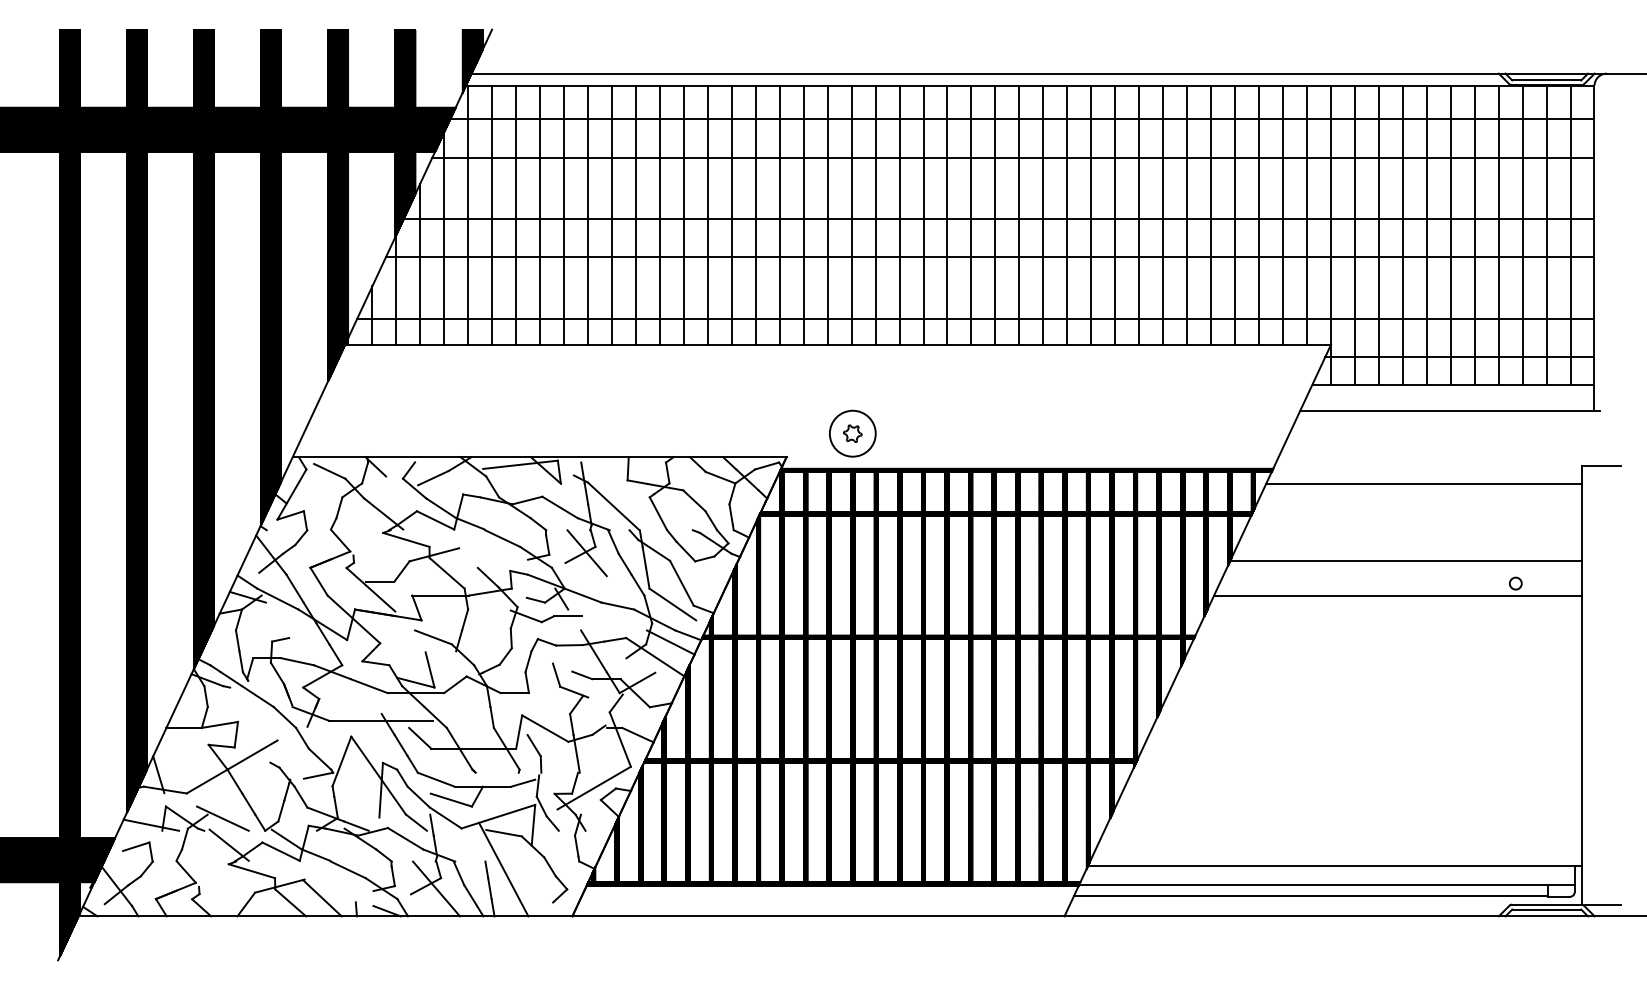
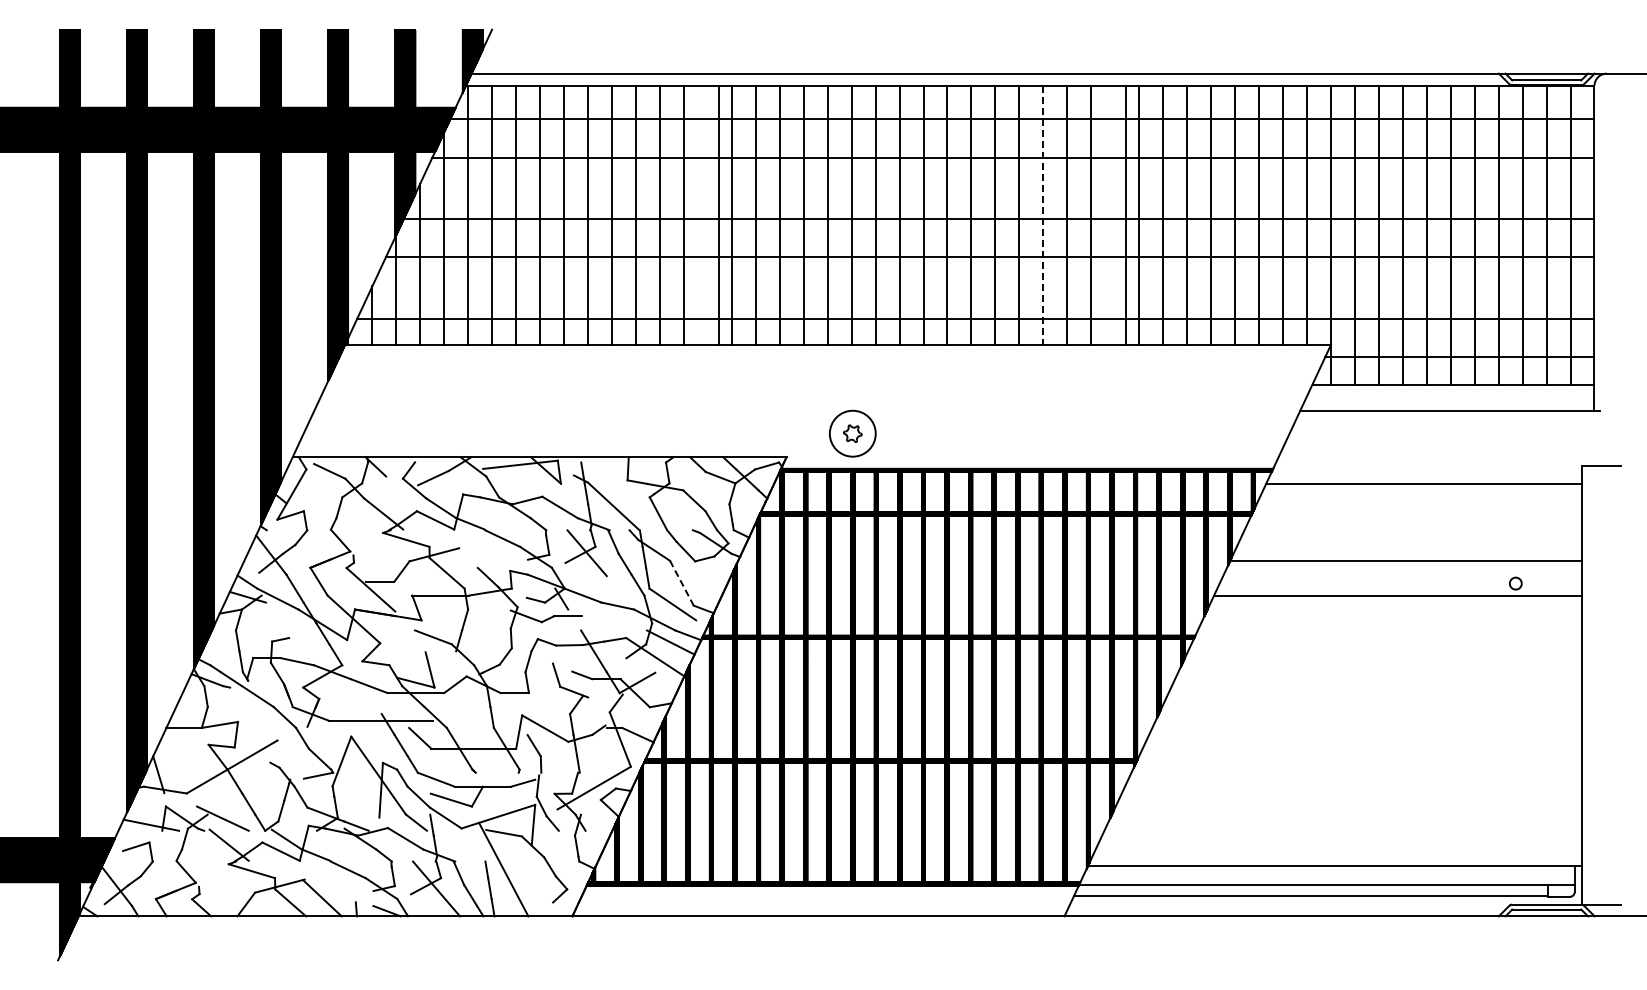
line at (707, 214) position: (707, 214) -> (718, 214)
line at (1115, 214) position: (1115, 214) -> (1126, 214)
line at (1043, 215): solid -> dashed
line at (682, 583): solid -> dashed
